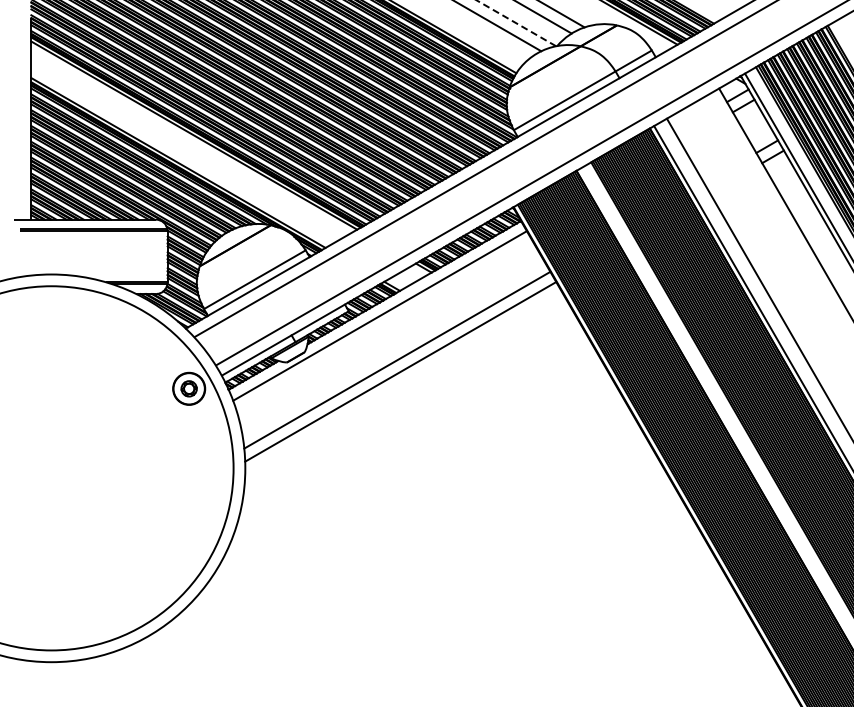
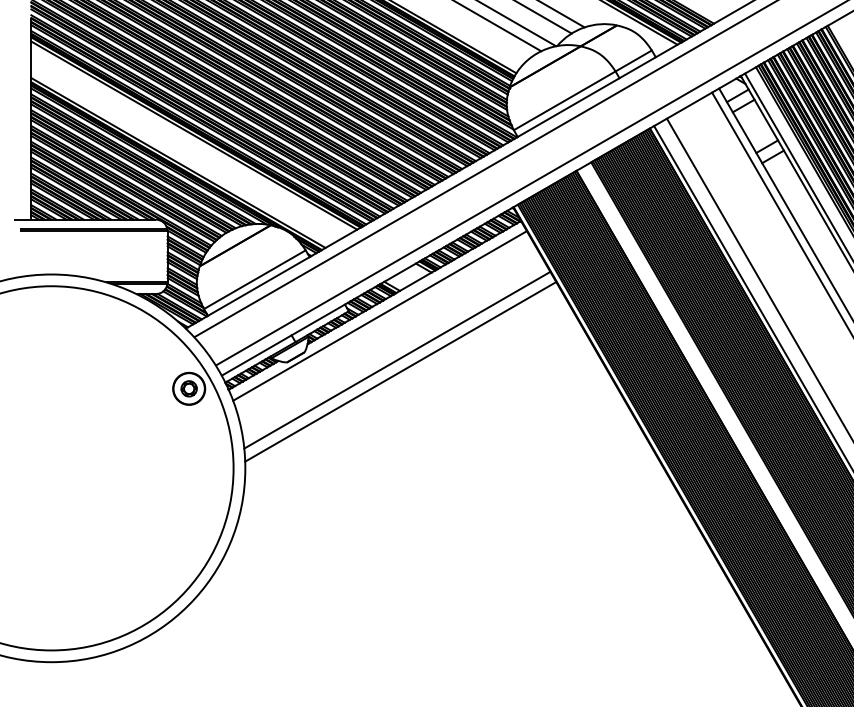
line at (516, 23): dashed -> solid
line at (781, 212): none -> present
